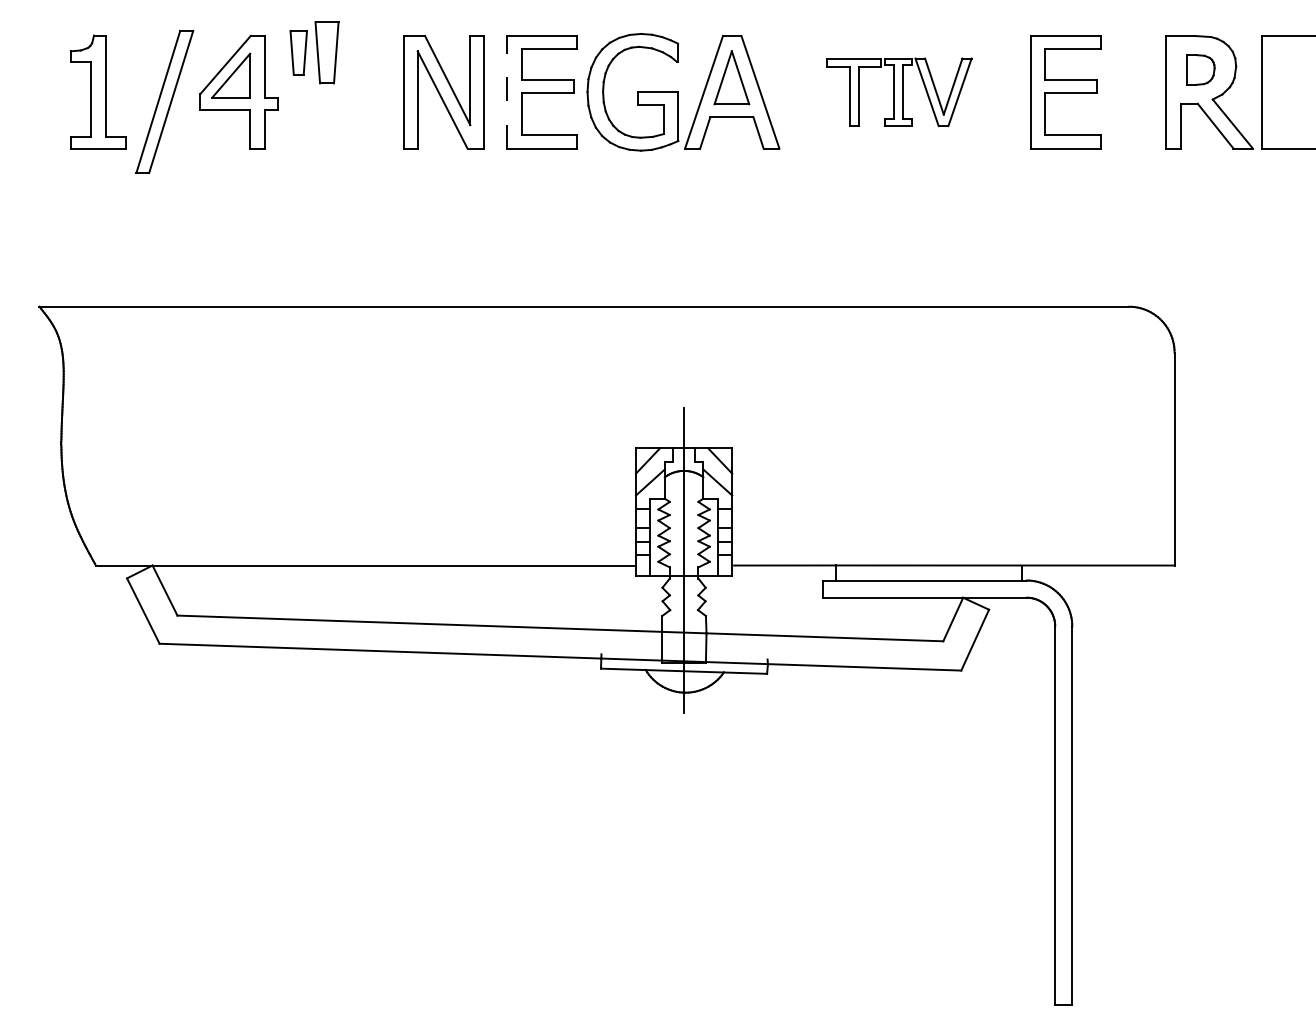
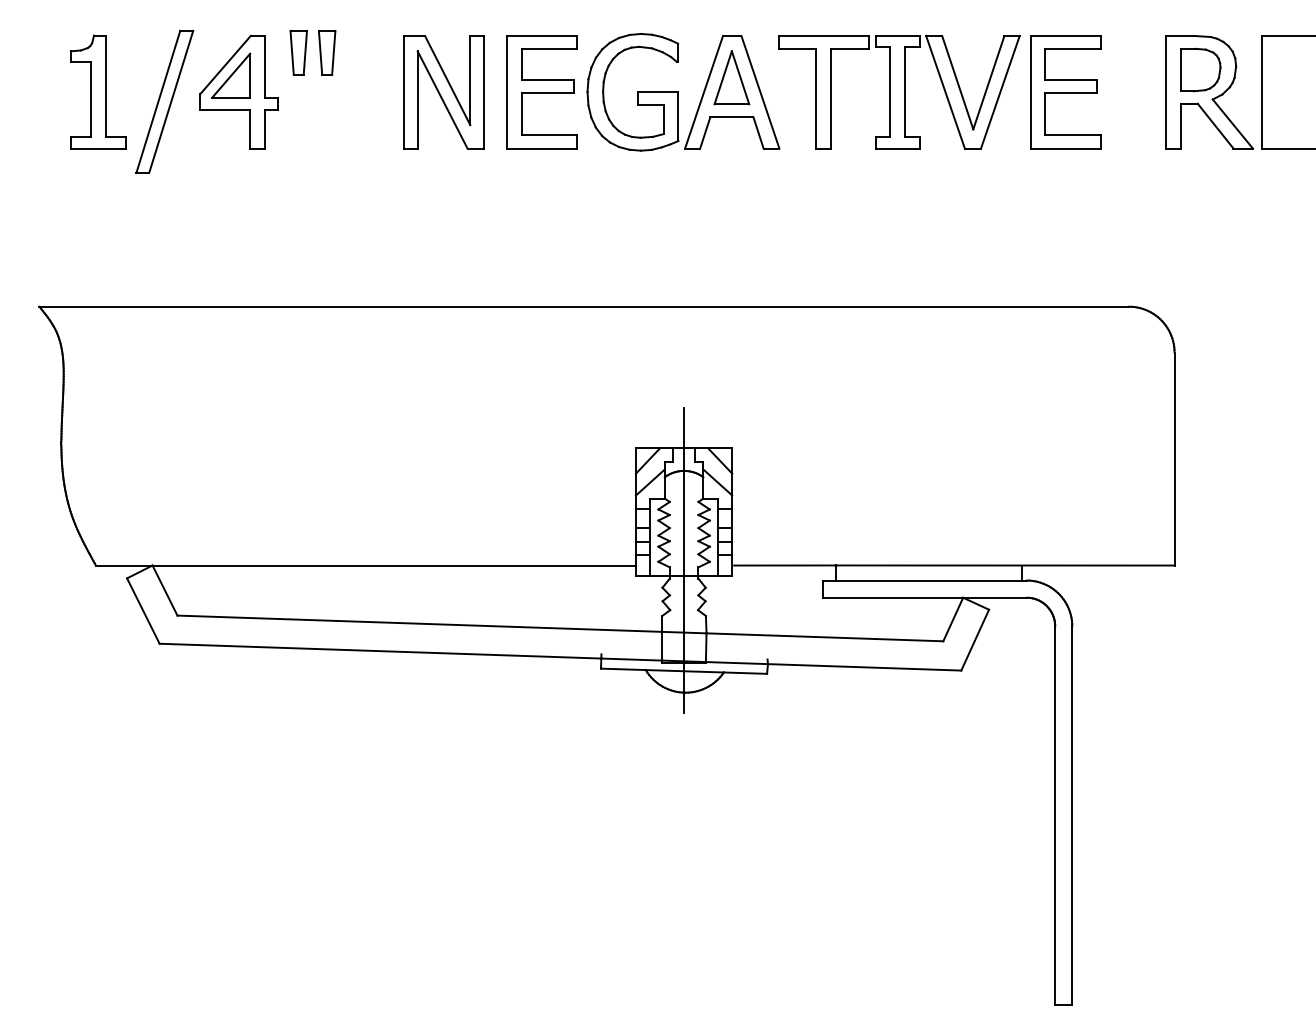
part at (326, 52) size: 26x64 px -> 19x46 px
part at (1200, 69) size: 30x32 px -> 42x46 px
line at (507, 91): dashed -> solid
part at (899, 92) size: 147x71 px -> 243x115 px
